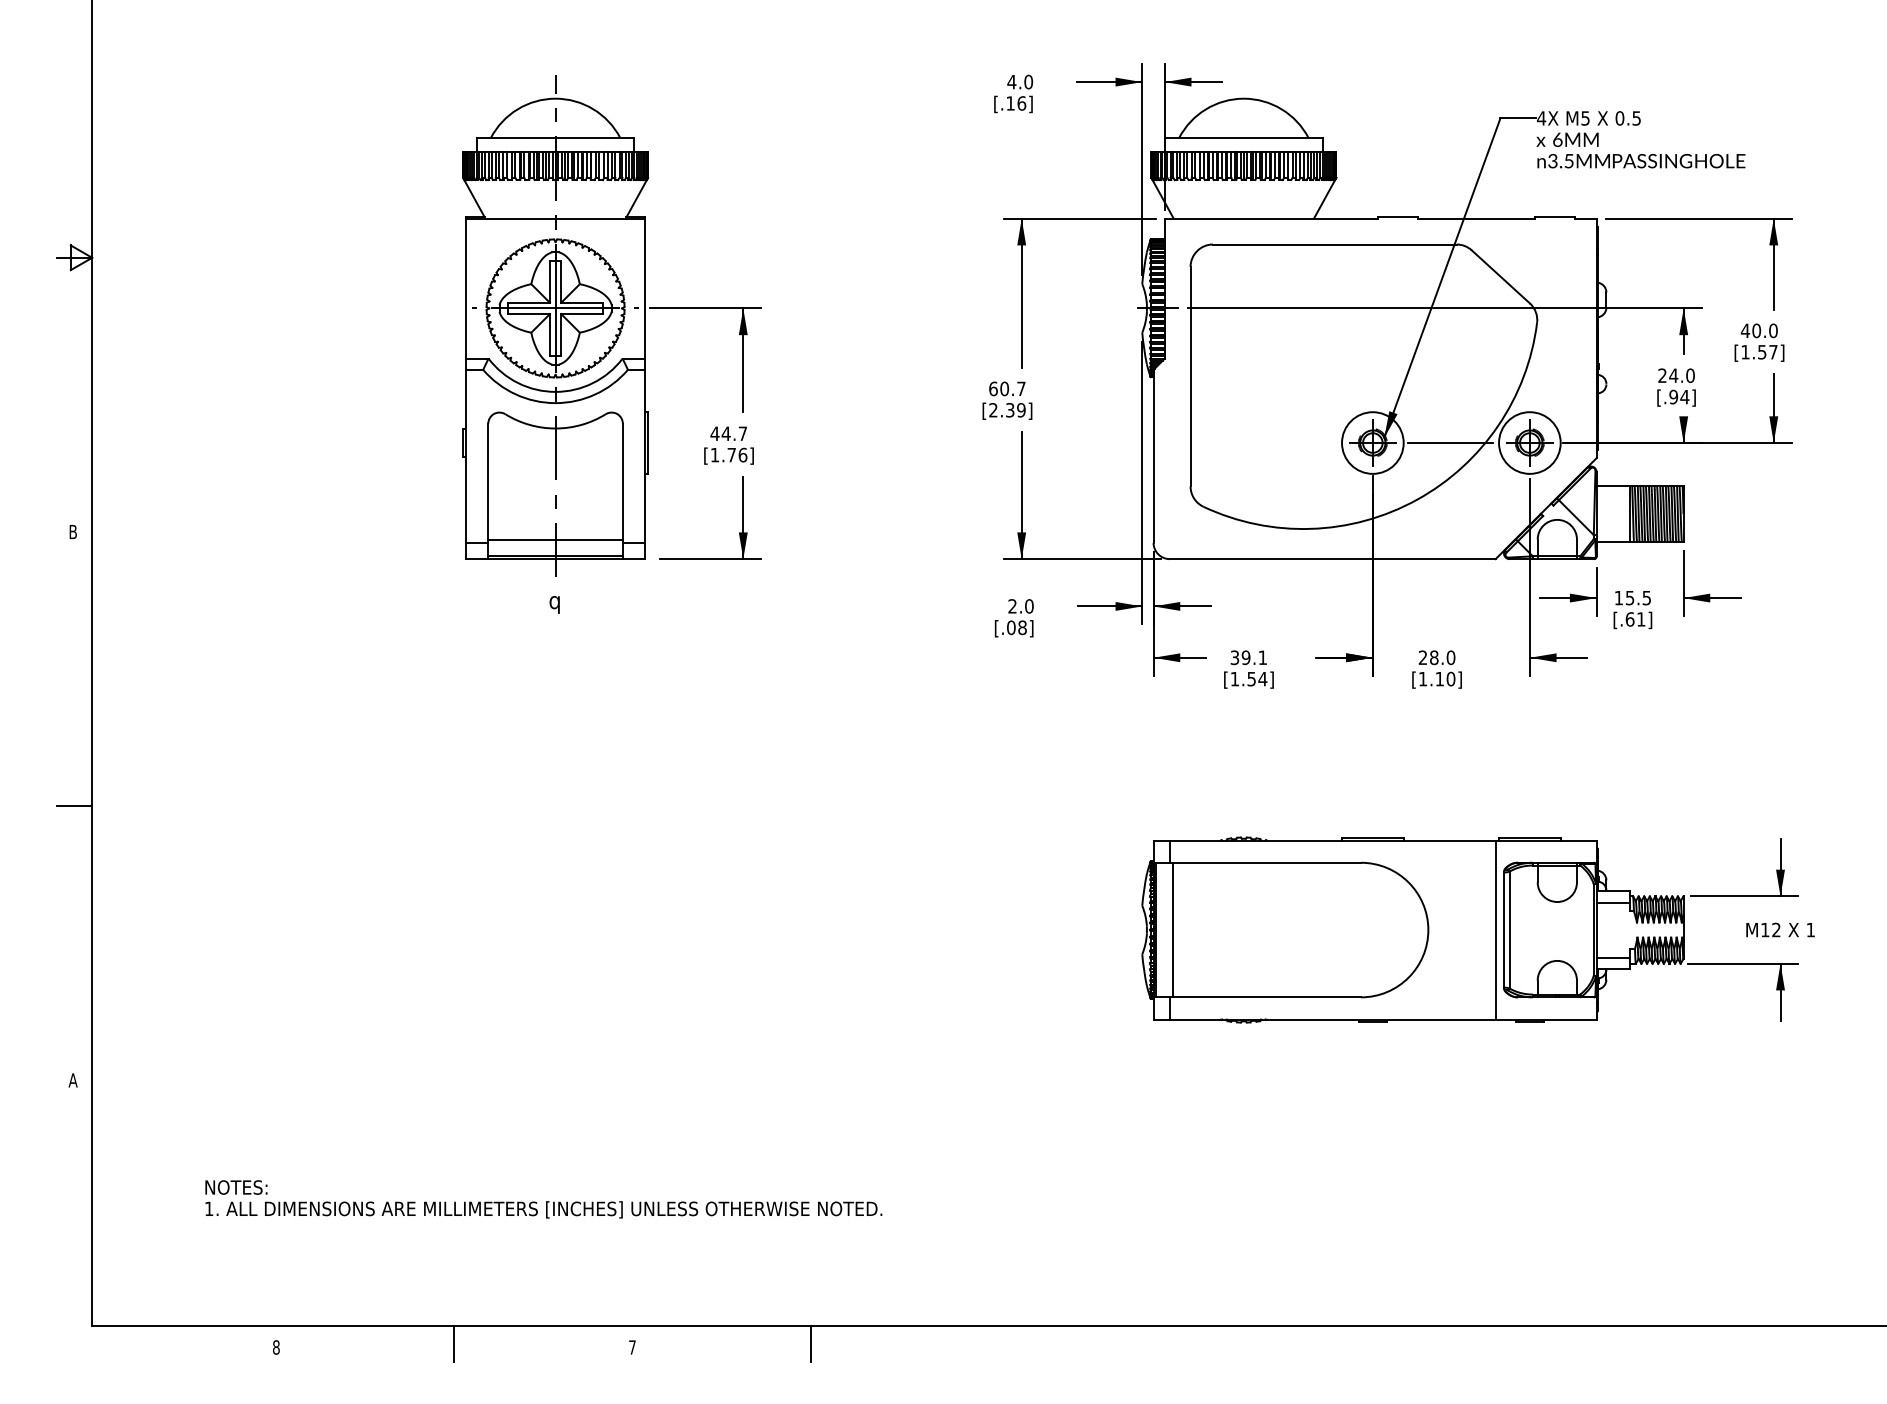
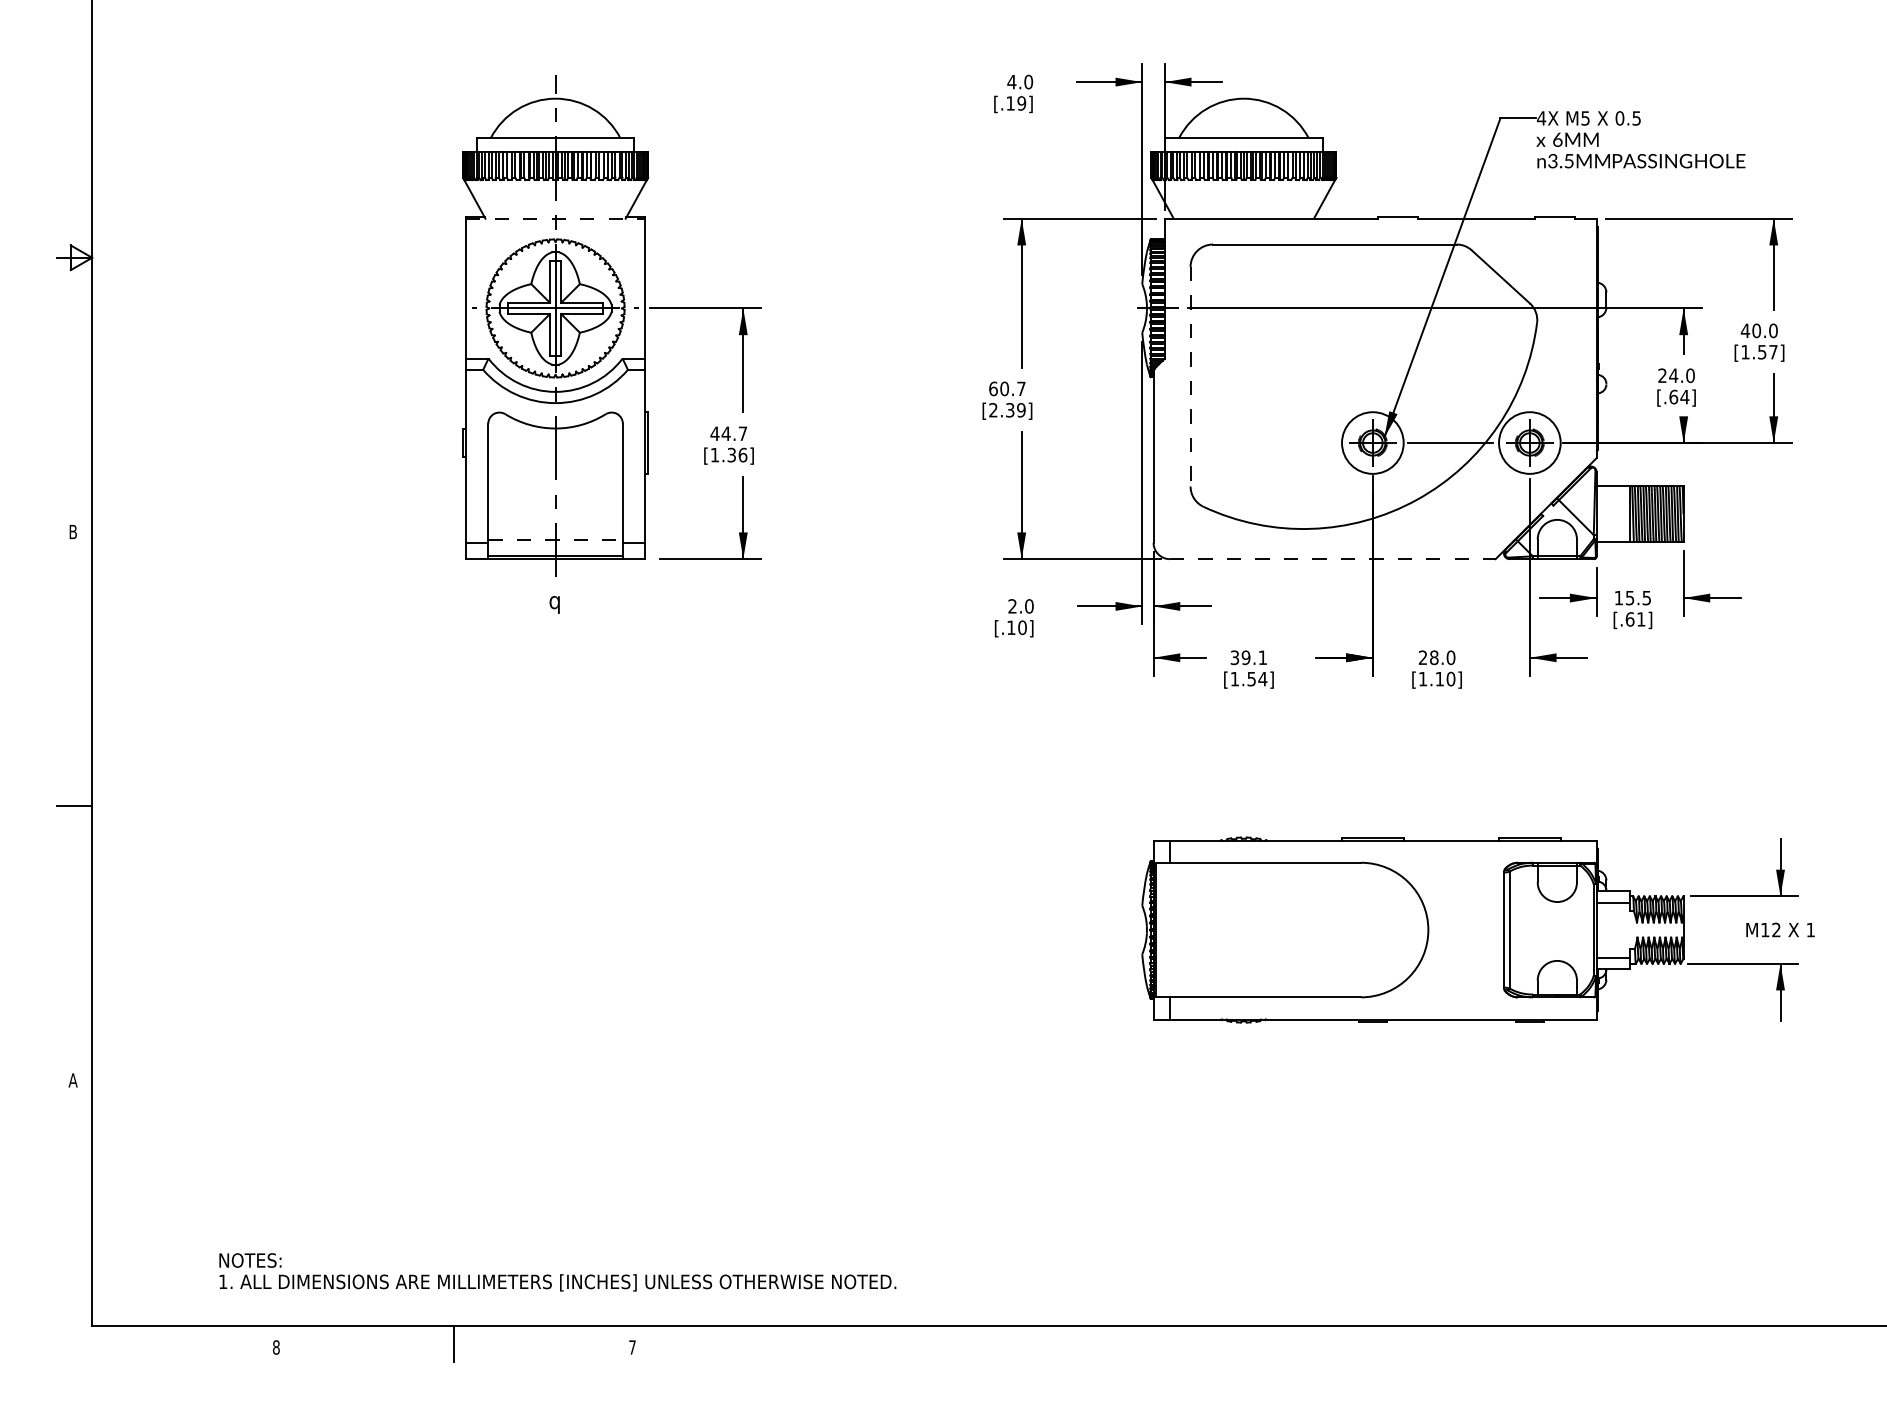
text at (1021, 103): [.16] -> [.19]
line at (556, 218): solid -> dashed
line at (1190, 376): solid -> dashed
text at (1673, 396): [.94] -> [.64]
text at (731, 454): [1.76] -> [1.36]
line at (556, 539): solid -> dashed
line at (1332, 559): solid -> dashed
text at (1016, 627): [.08] -> [.10]
line at (1173, 929): present -> none
line at (1495, 929): present -> none
text at (543, 1199) position: (543, 1199) -> (557, 1272)
line at (810, 1343): present -> none
